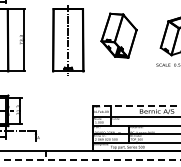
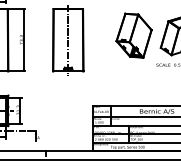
part at (118, 35) position: (118, 35) -> (133, 35)
line at (136, 105): dashed -> solid
line at (90, 159): dashed -> solid
